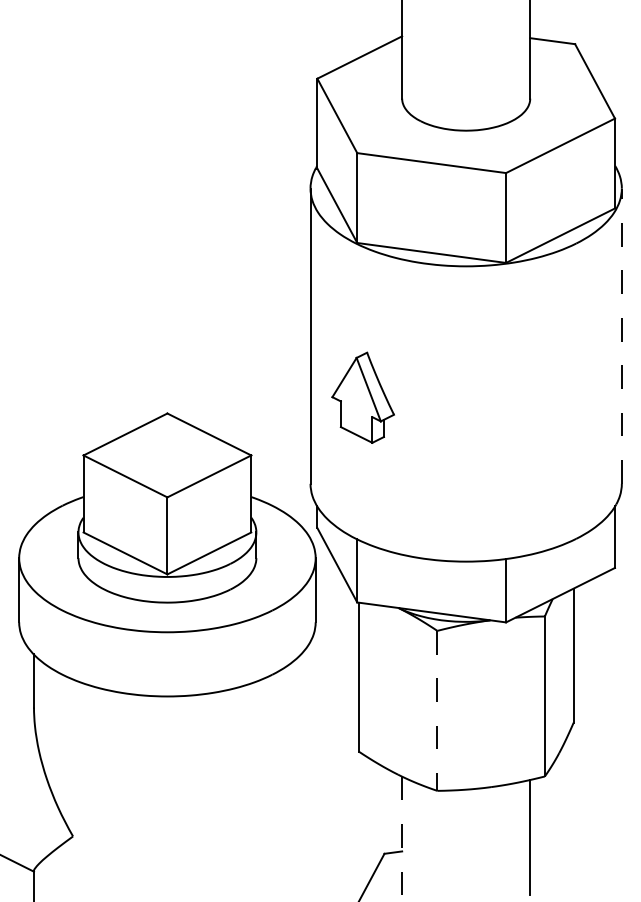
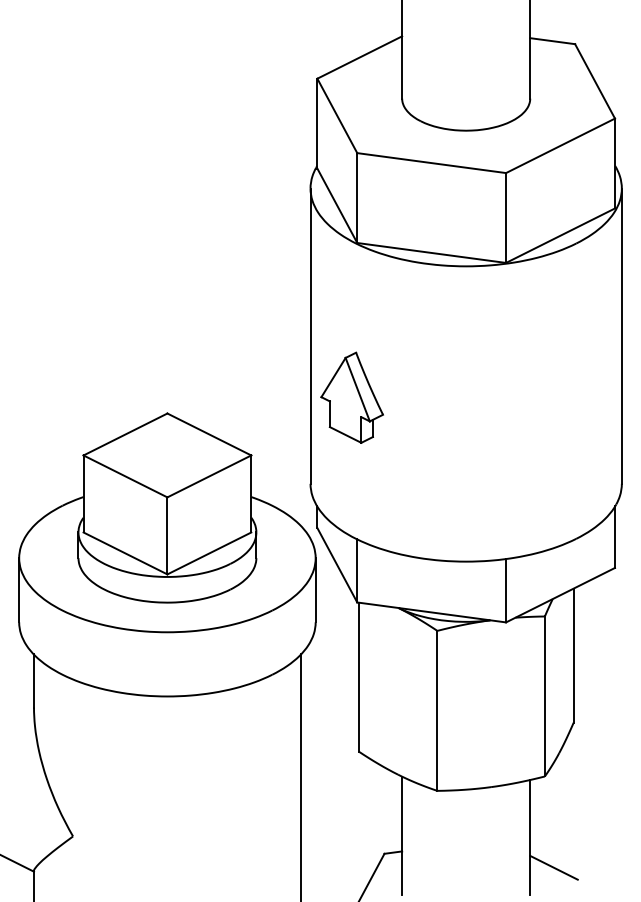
line at (621, 336): dashed -> solid
part at (362, 397) position: (362, 397) -> (351, 397)
line at (437, 710): dashed -> solid
line at (300, 776): none -> present
line at (402, 836): dashed -> solid
line at (553, 867): none -> present
